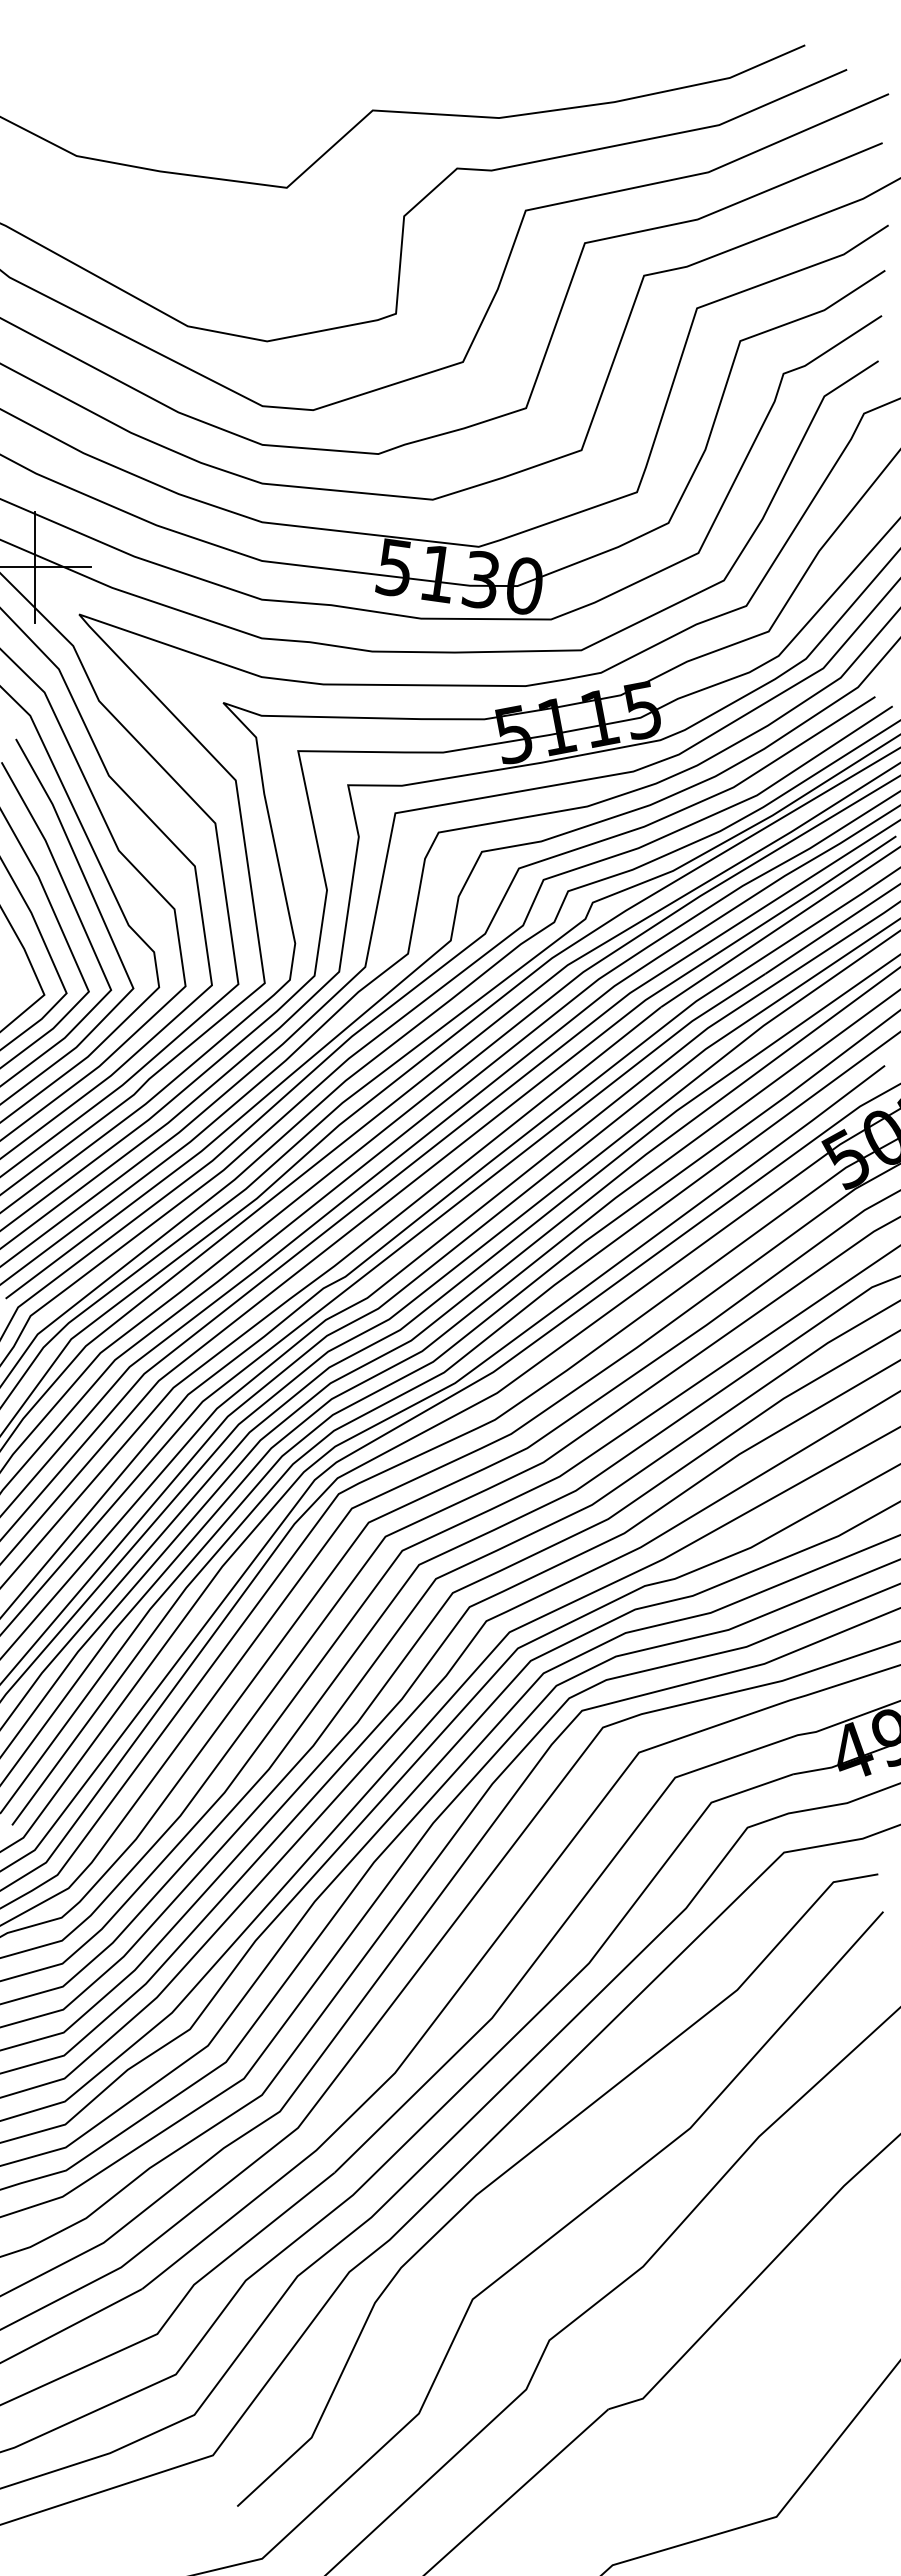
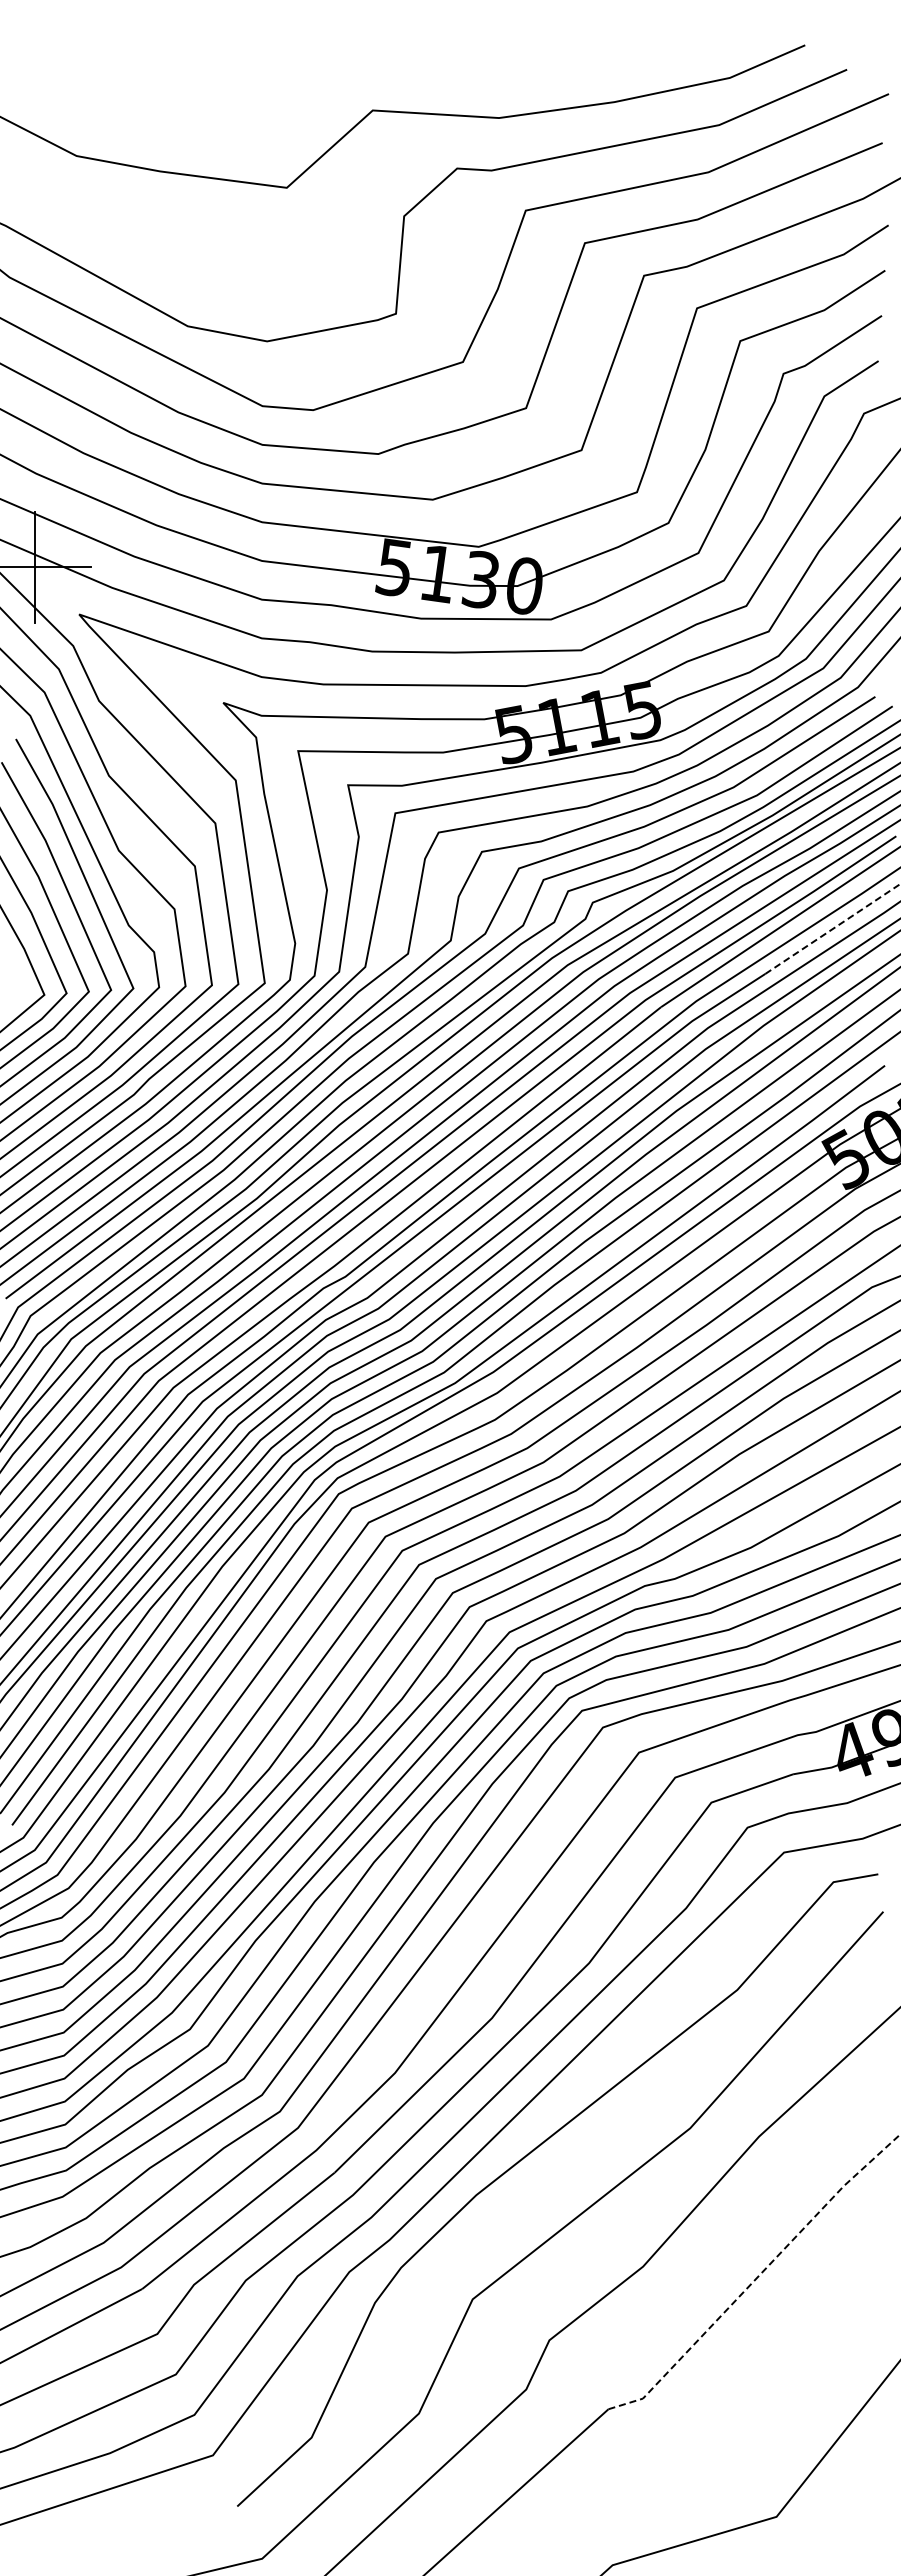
line at (833, 928): solid -> dashed
line at (757, 2277): solid -> dashed
